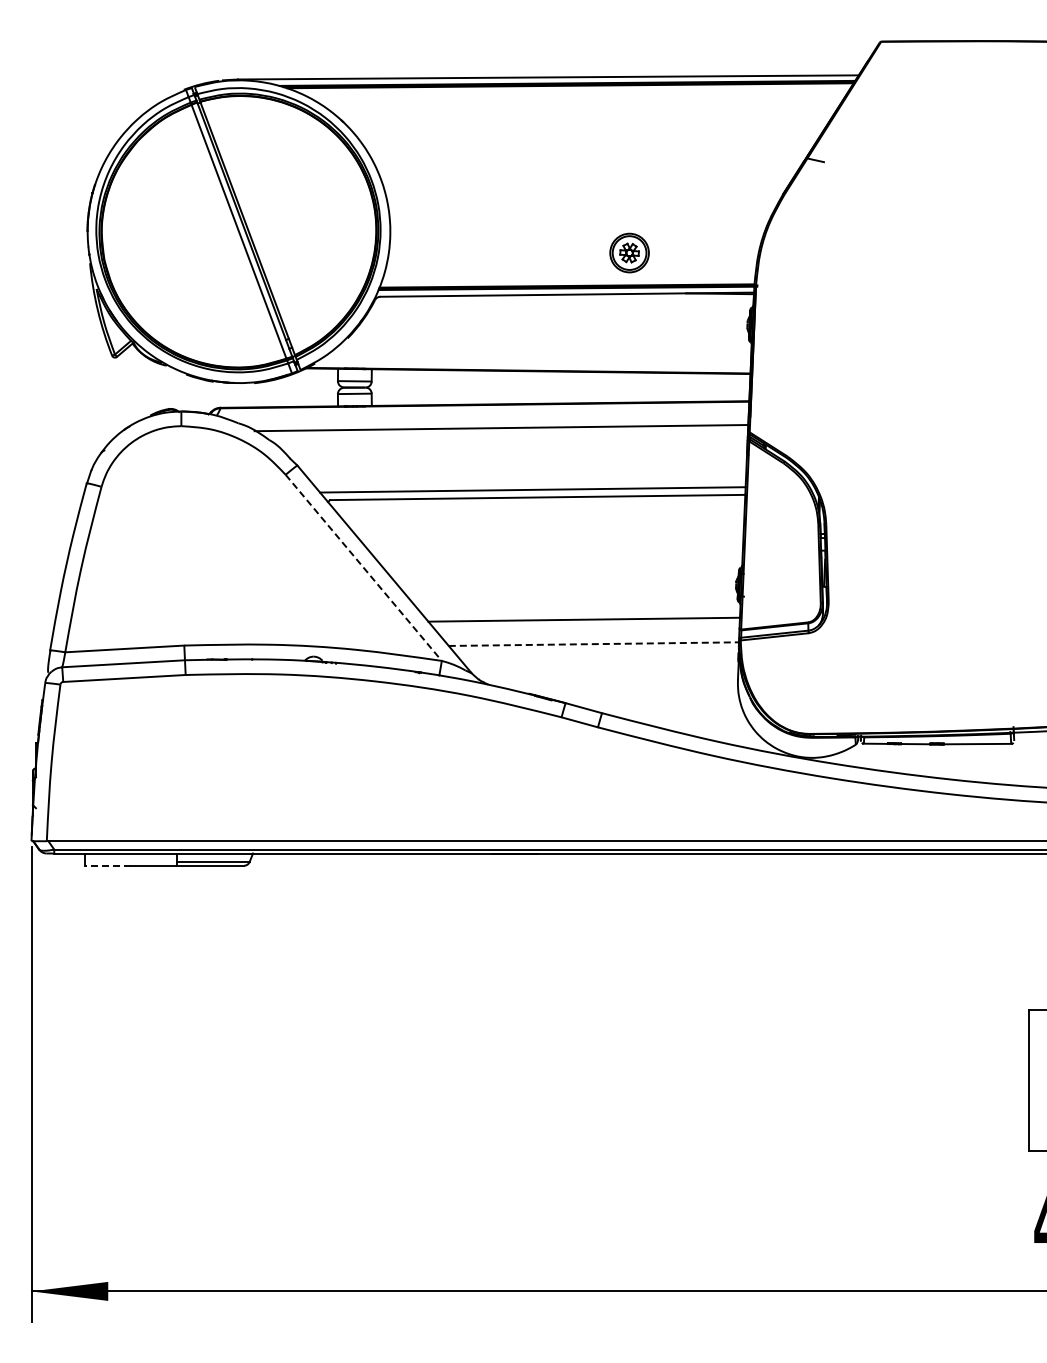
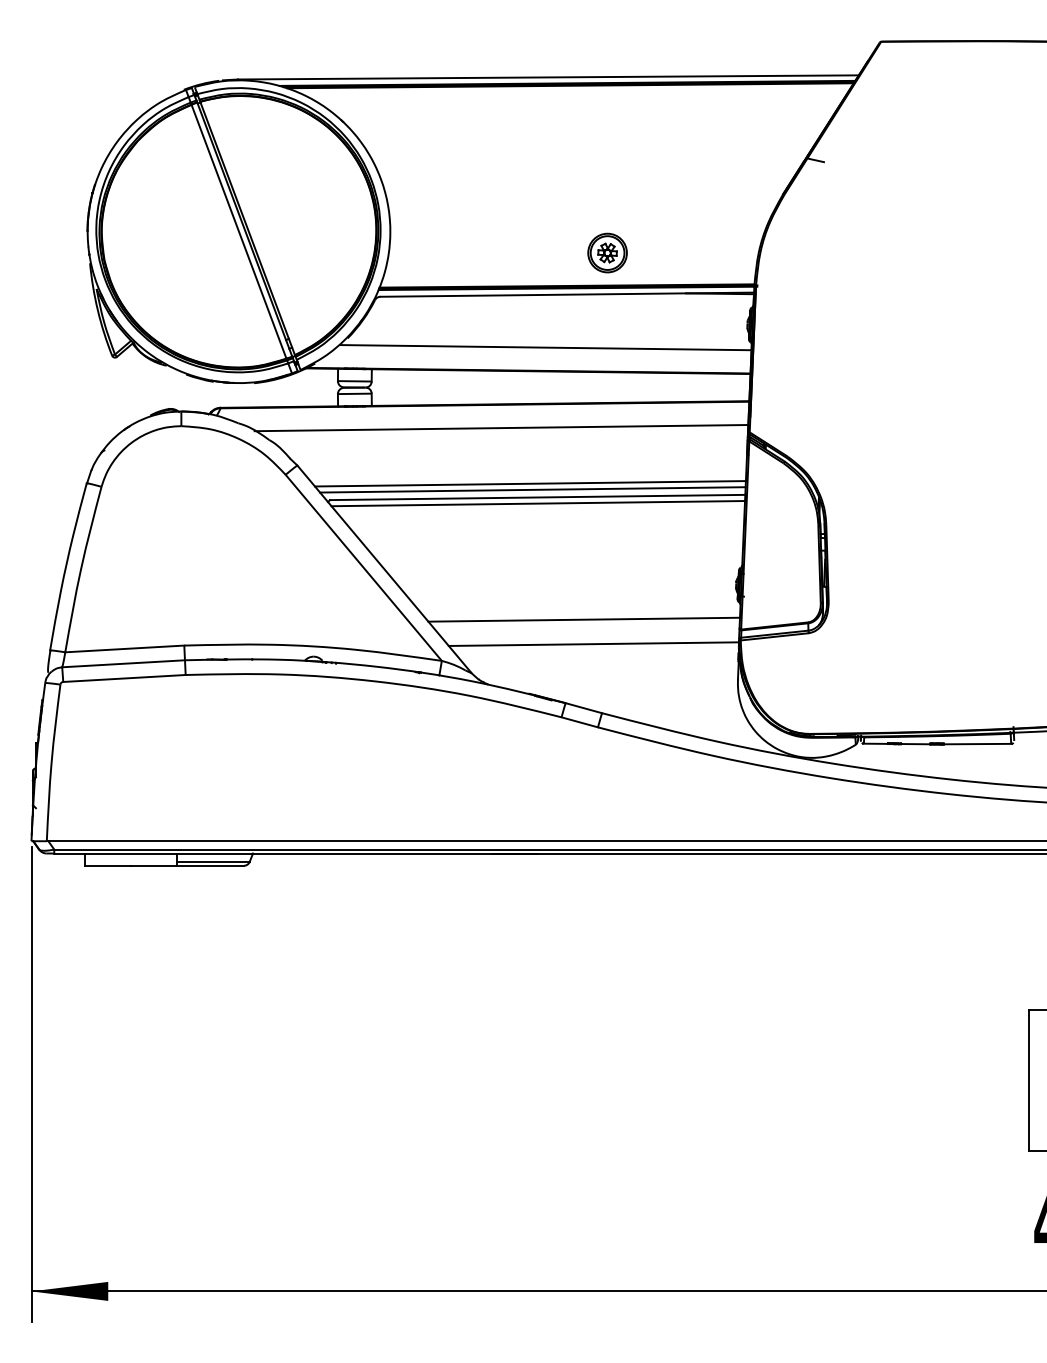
part at (629, 252) position: (629, 252) -> (607, 252)
line at (545, 347): none -> present
line at (529, 483): none -> present
line at (538, 503): none -> present
line at (364, 568): dashed -> solid
line at (594, 644): dashed -> solid
line at (107, 865): dashed -> solid
